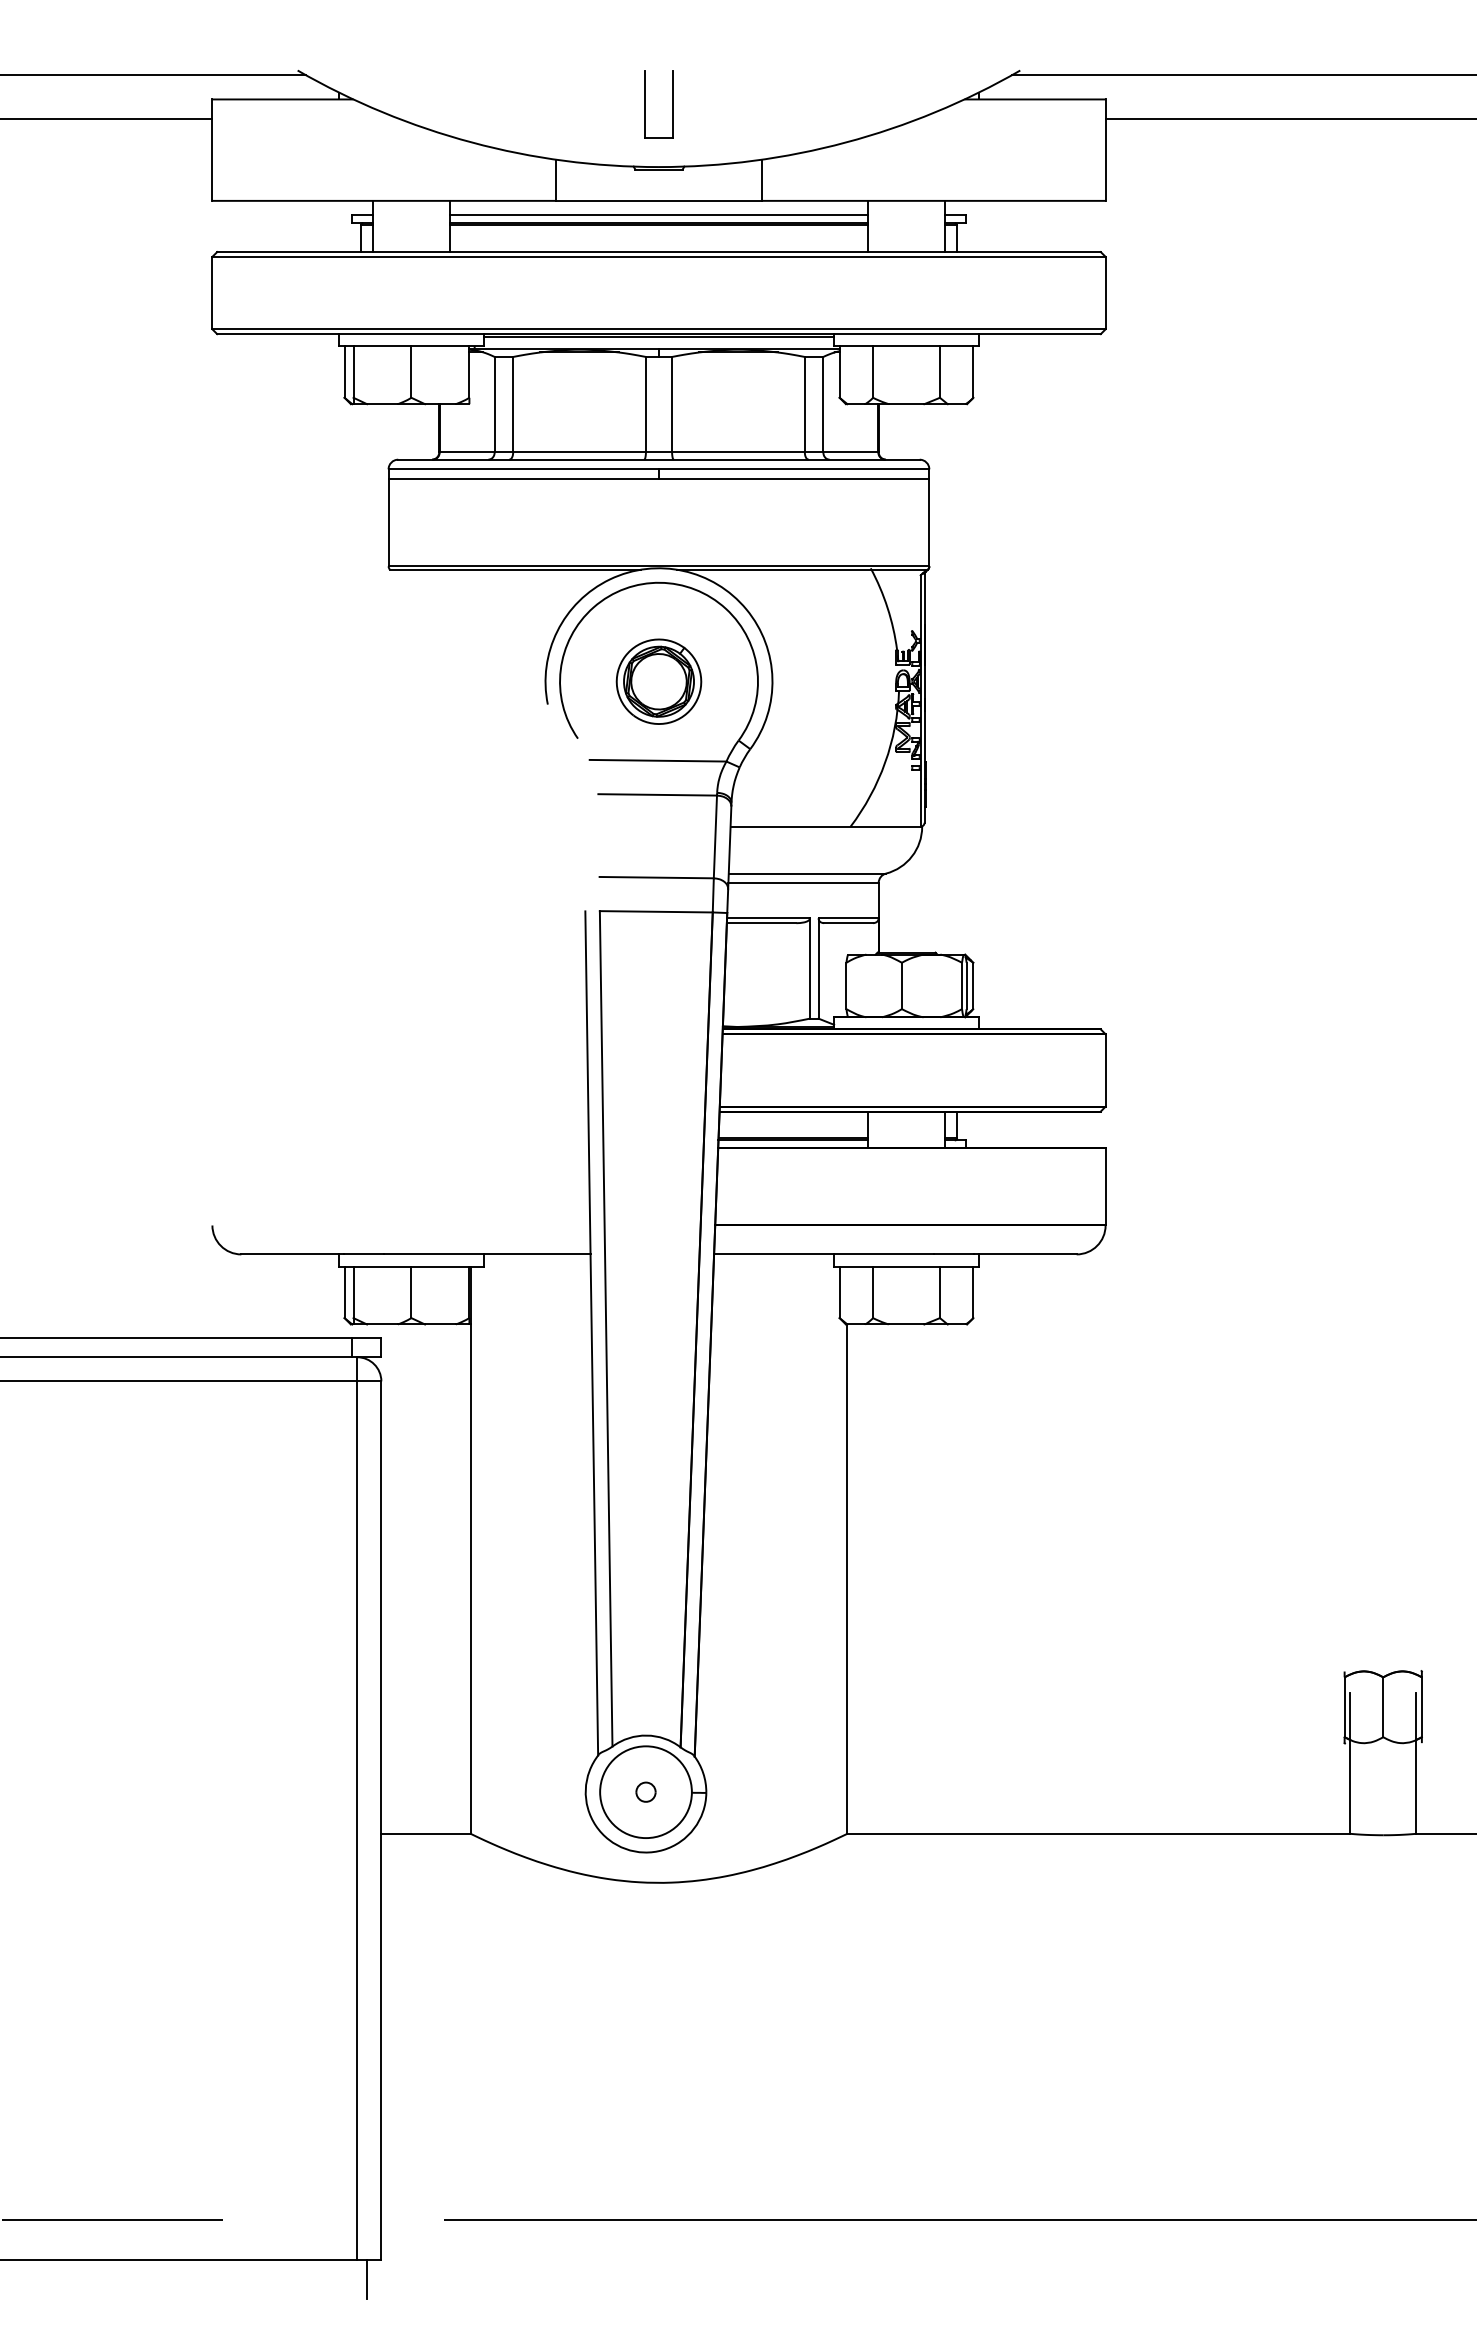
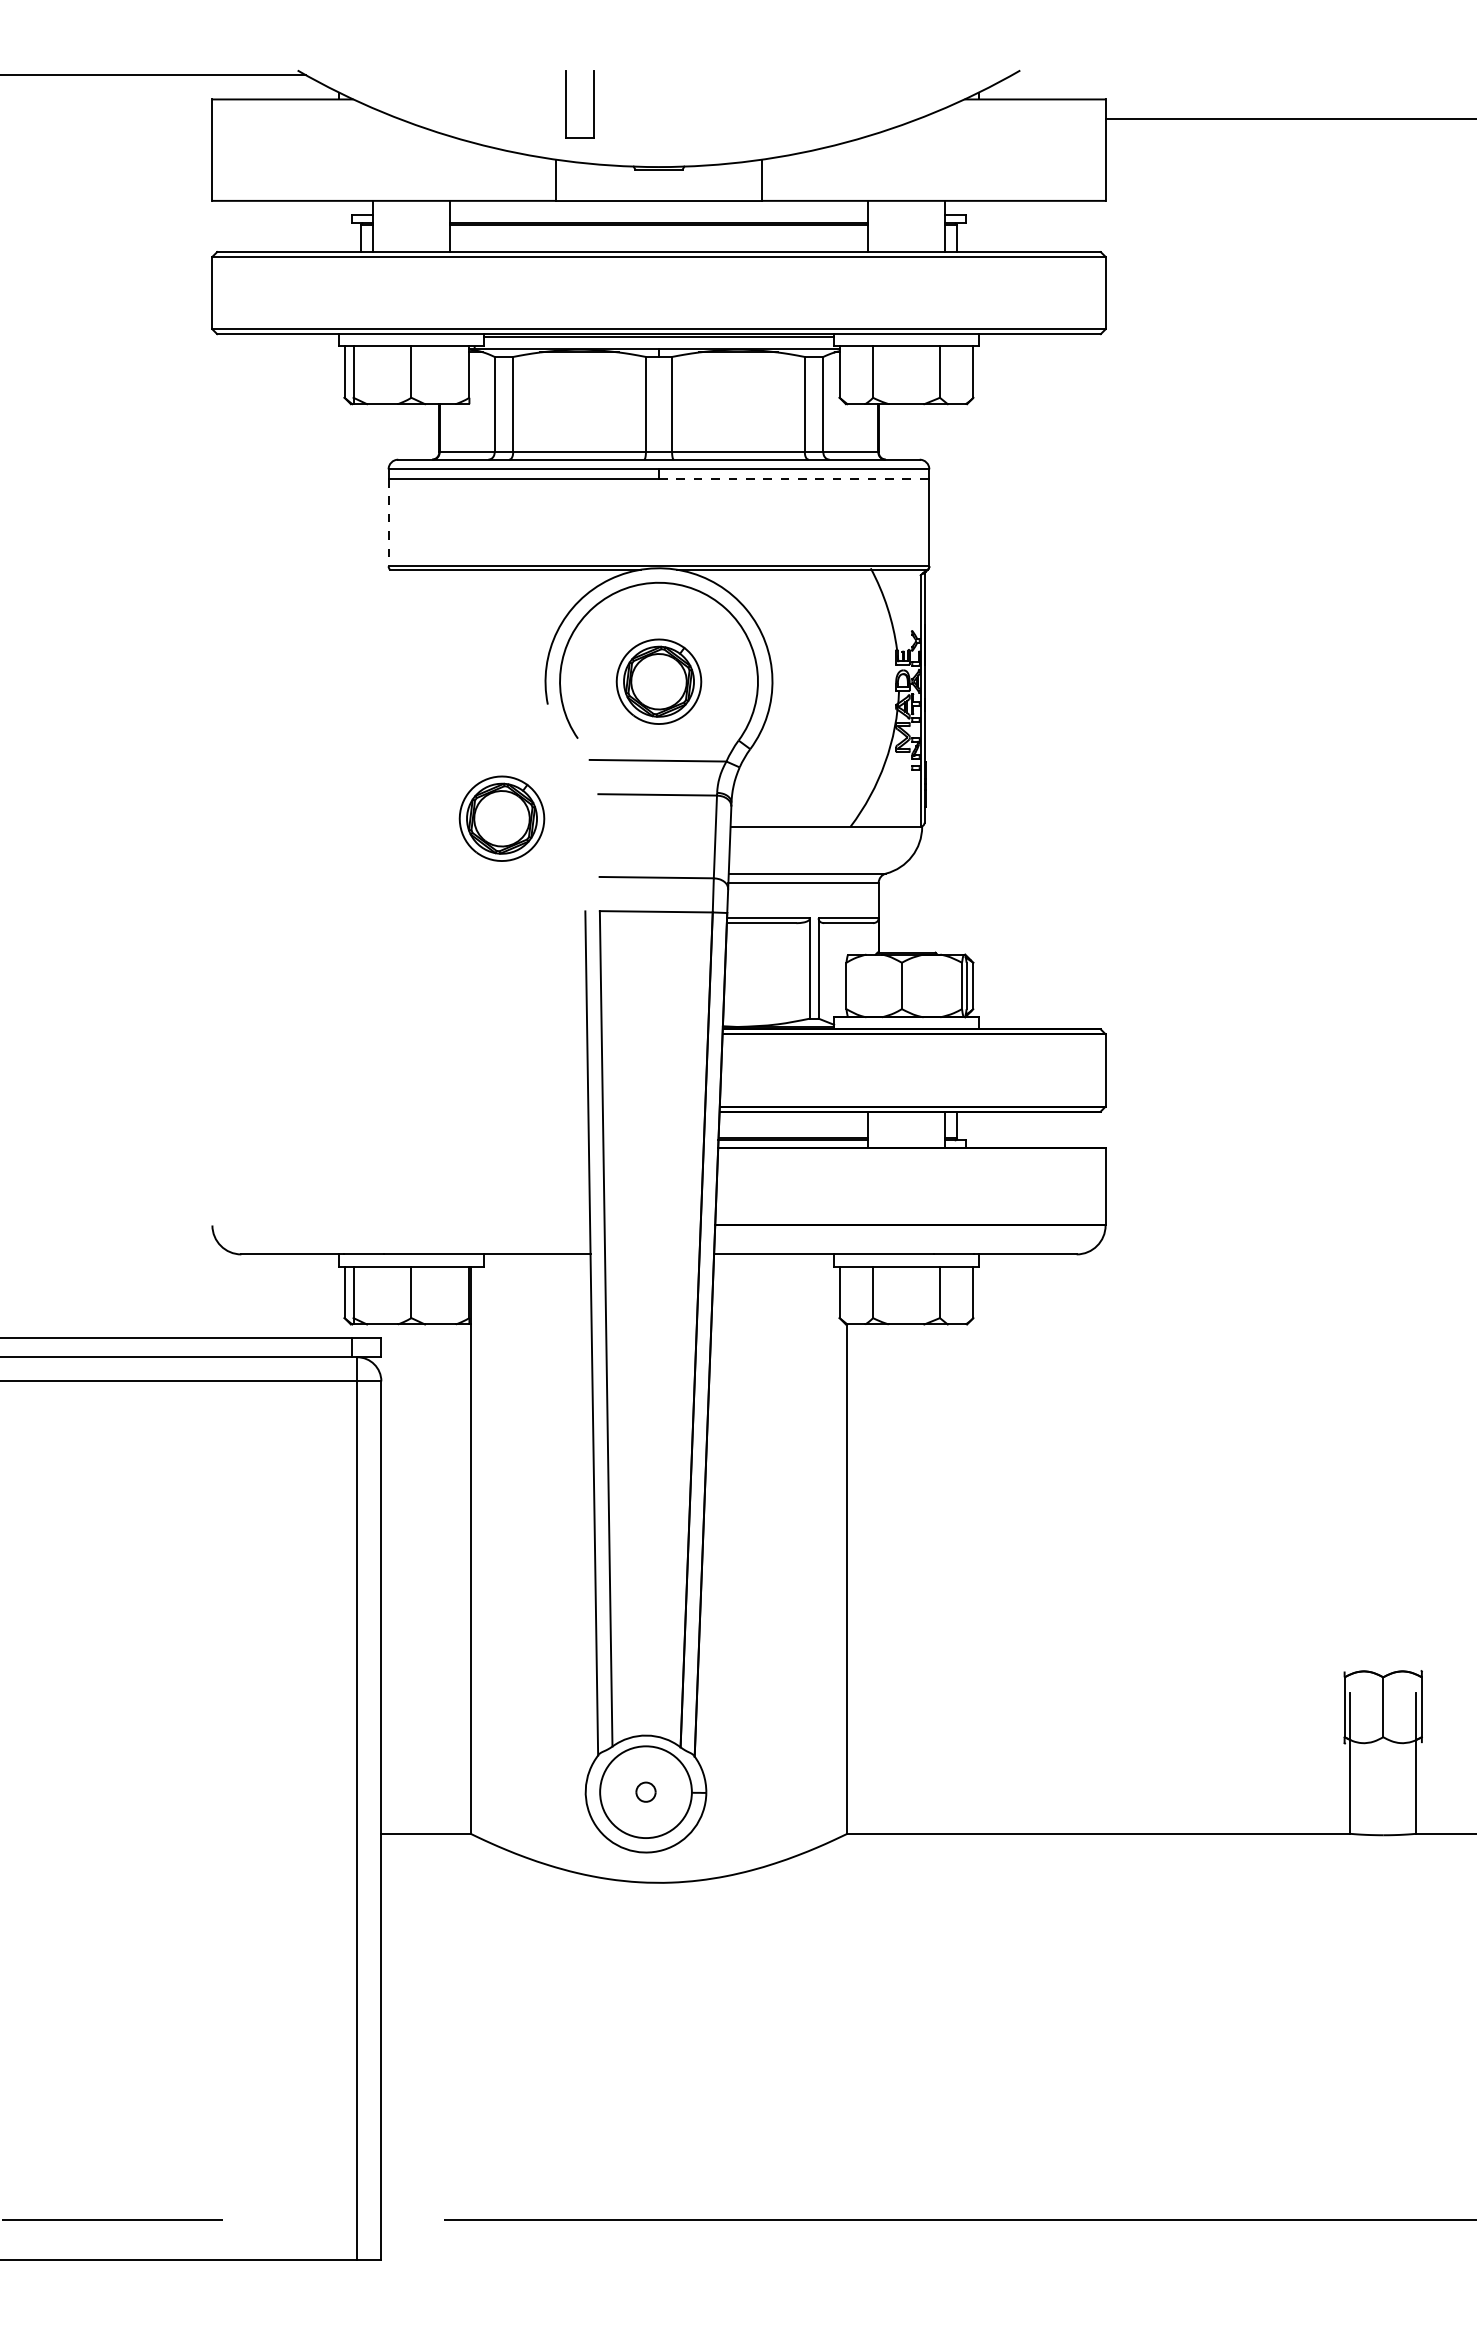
line at (1242, 75): present -> none
part at (645, 104) position: (645, 104) -> (566, 104)
line at (107, 118): present -> none
line at (658, 215): present -> none
line at (794, 479): solid -> dashed
line at (388, 522): solid -> dashed
part at (501, 818): none -> present
line at (366, 2279): present -> none
